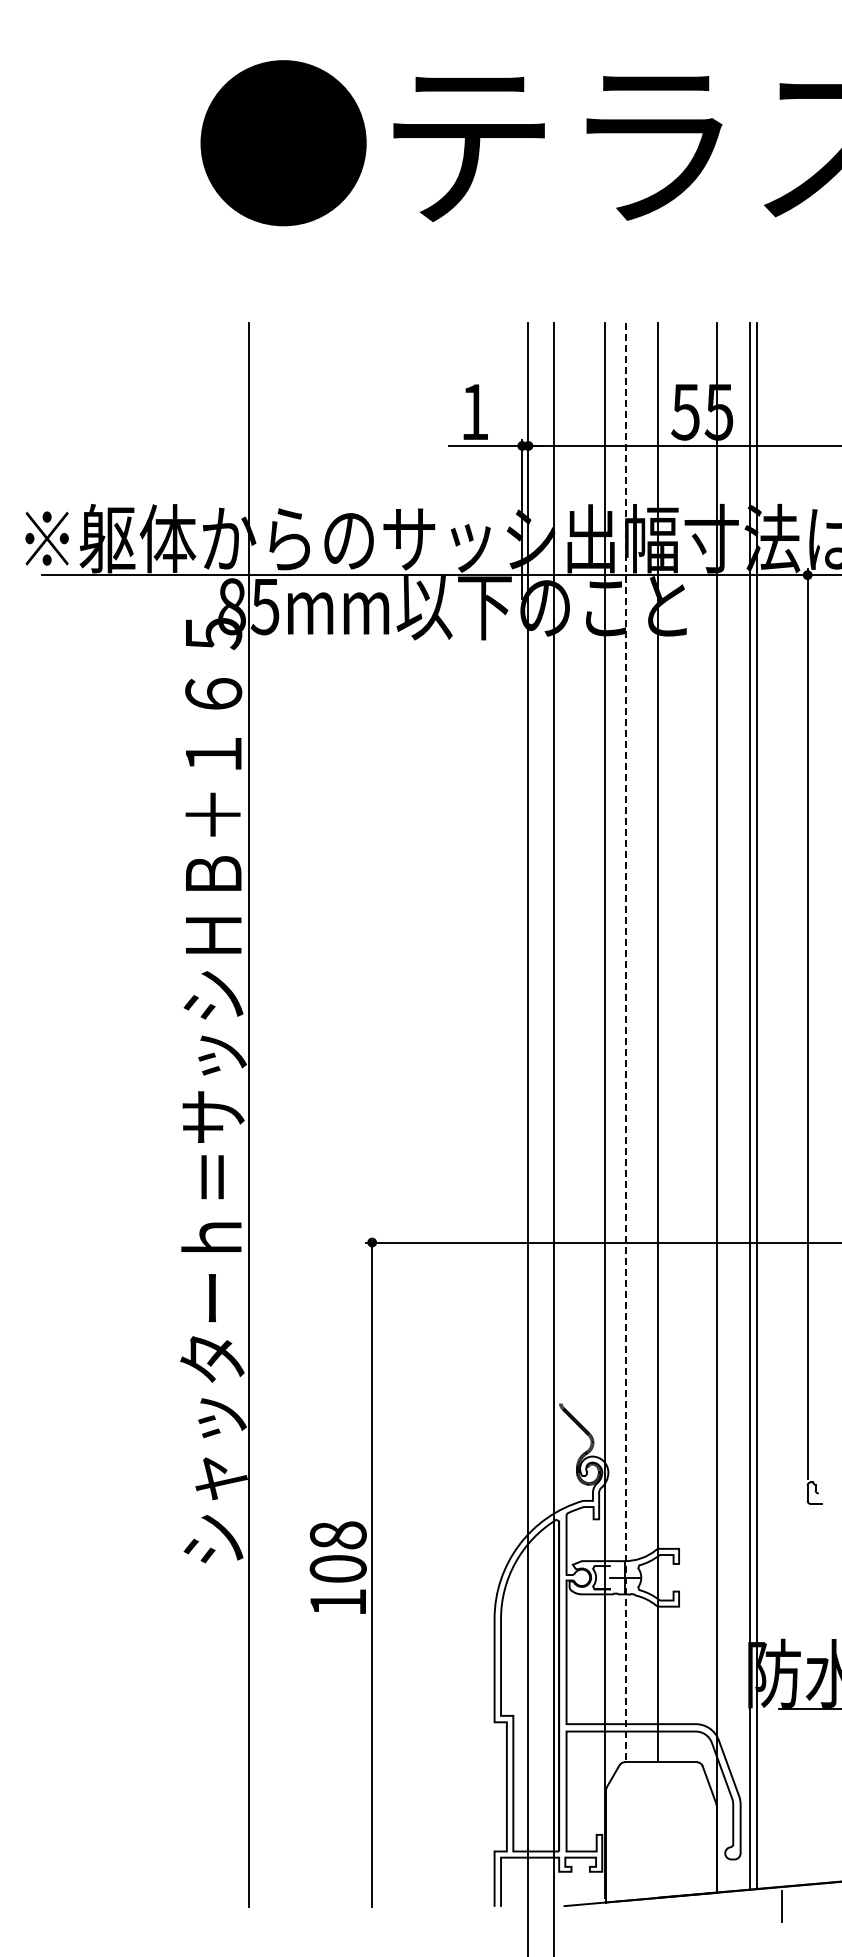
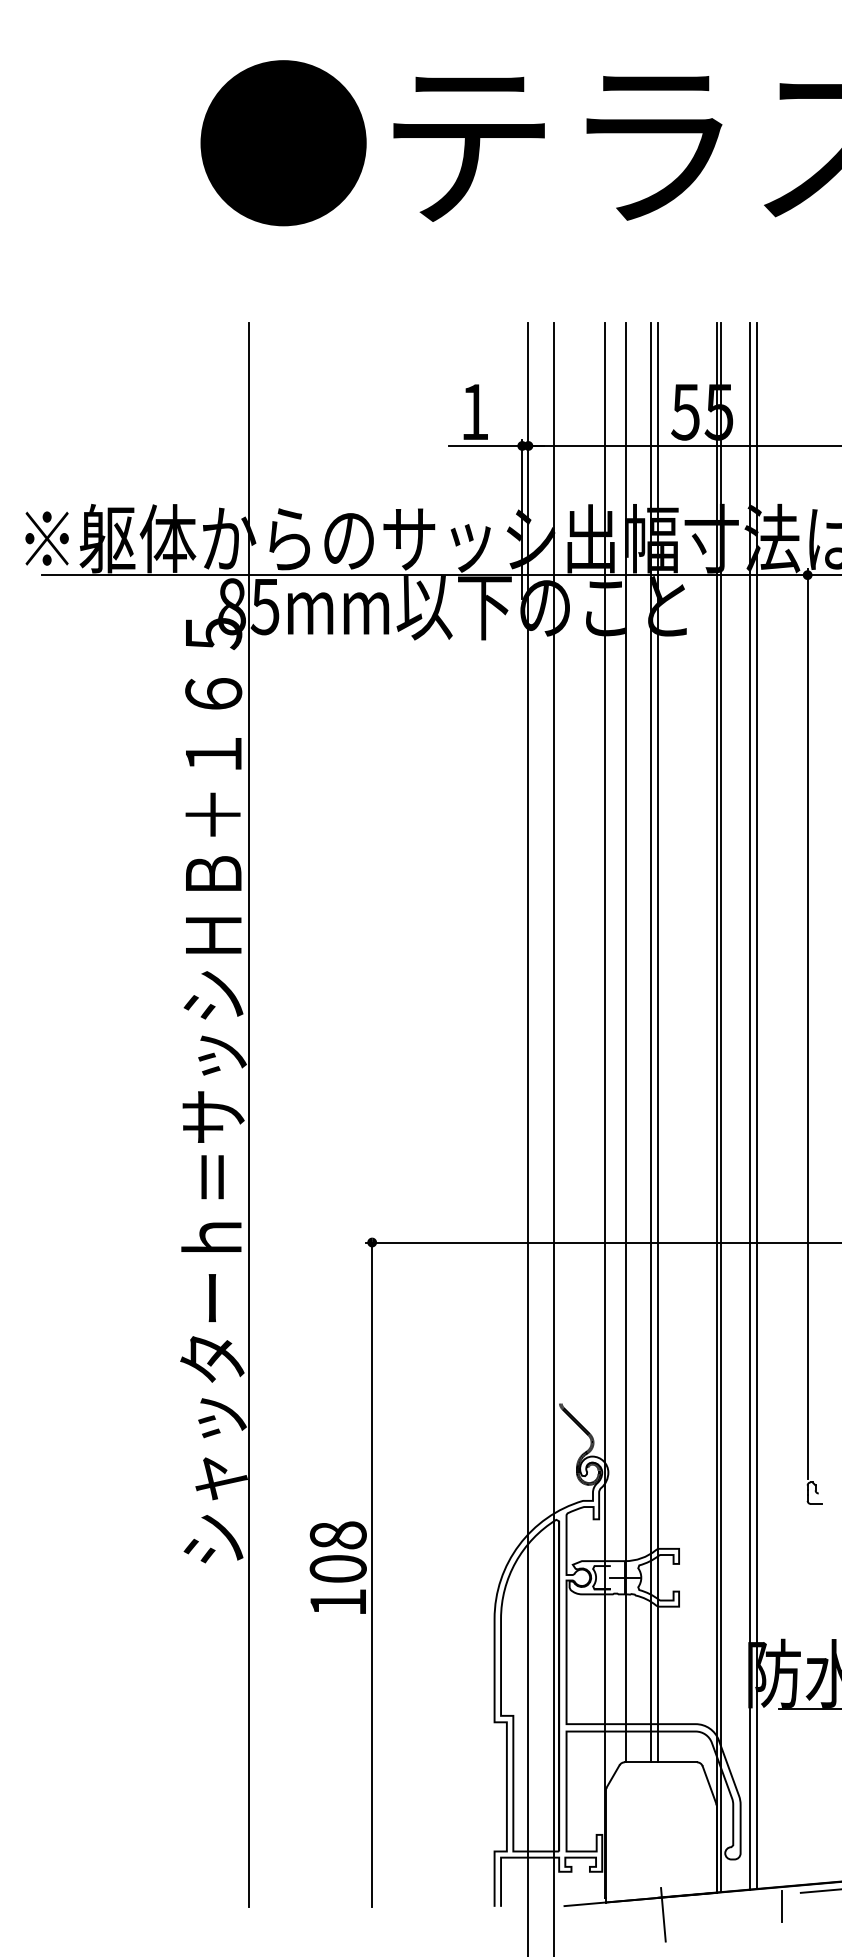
line at (626, 1042): dashed -> solid
line at (651, 1042): none -> present
line at (720, 1107): none -> present
line at (819, 1890): none -> present
line at (662, 1914): none -> present
